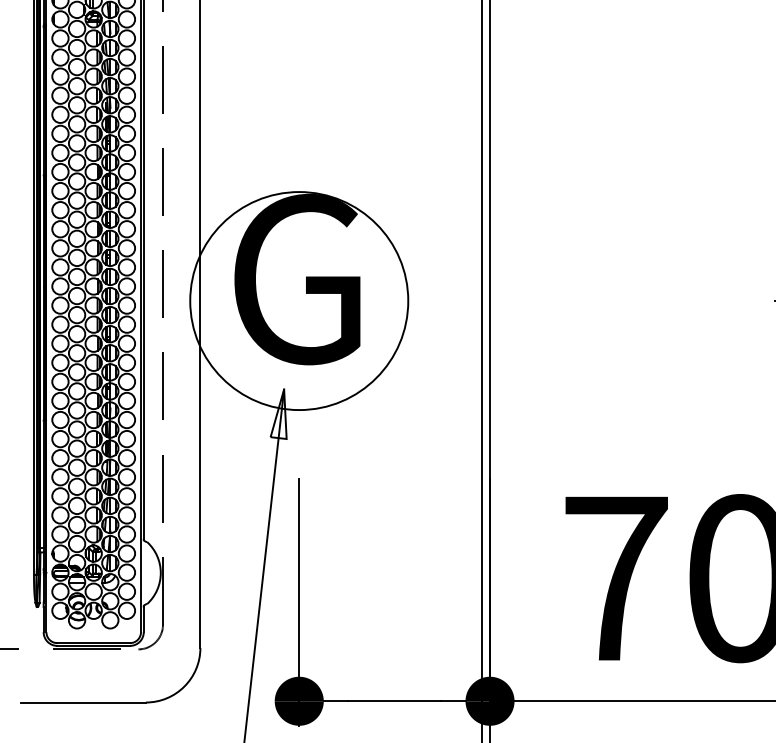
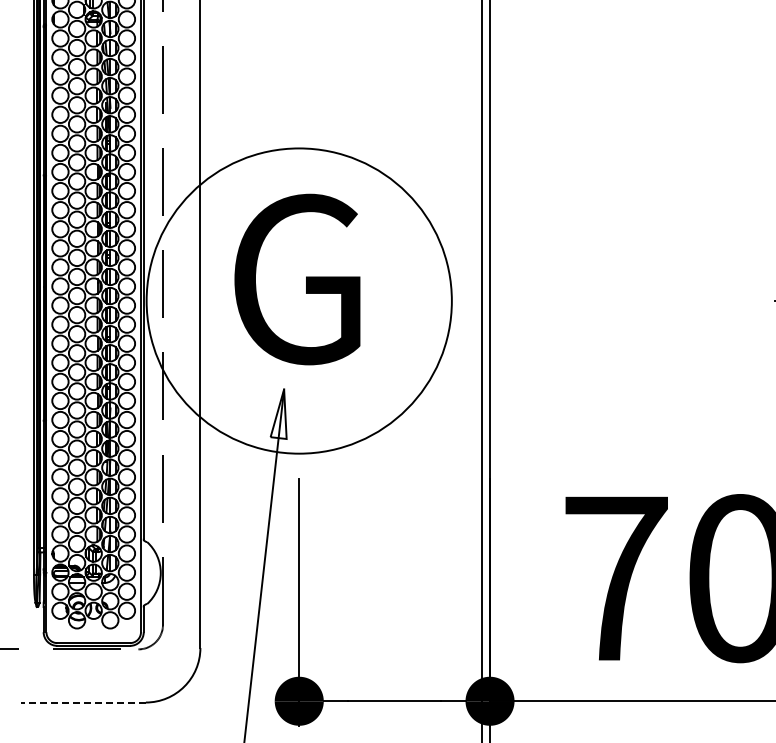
circle at (299, 301) diameter: 218 px -> 305 px
line at (83, 702): solid -> dashed
